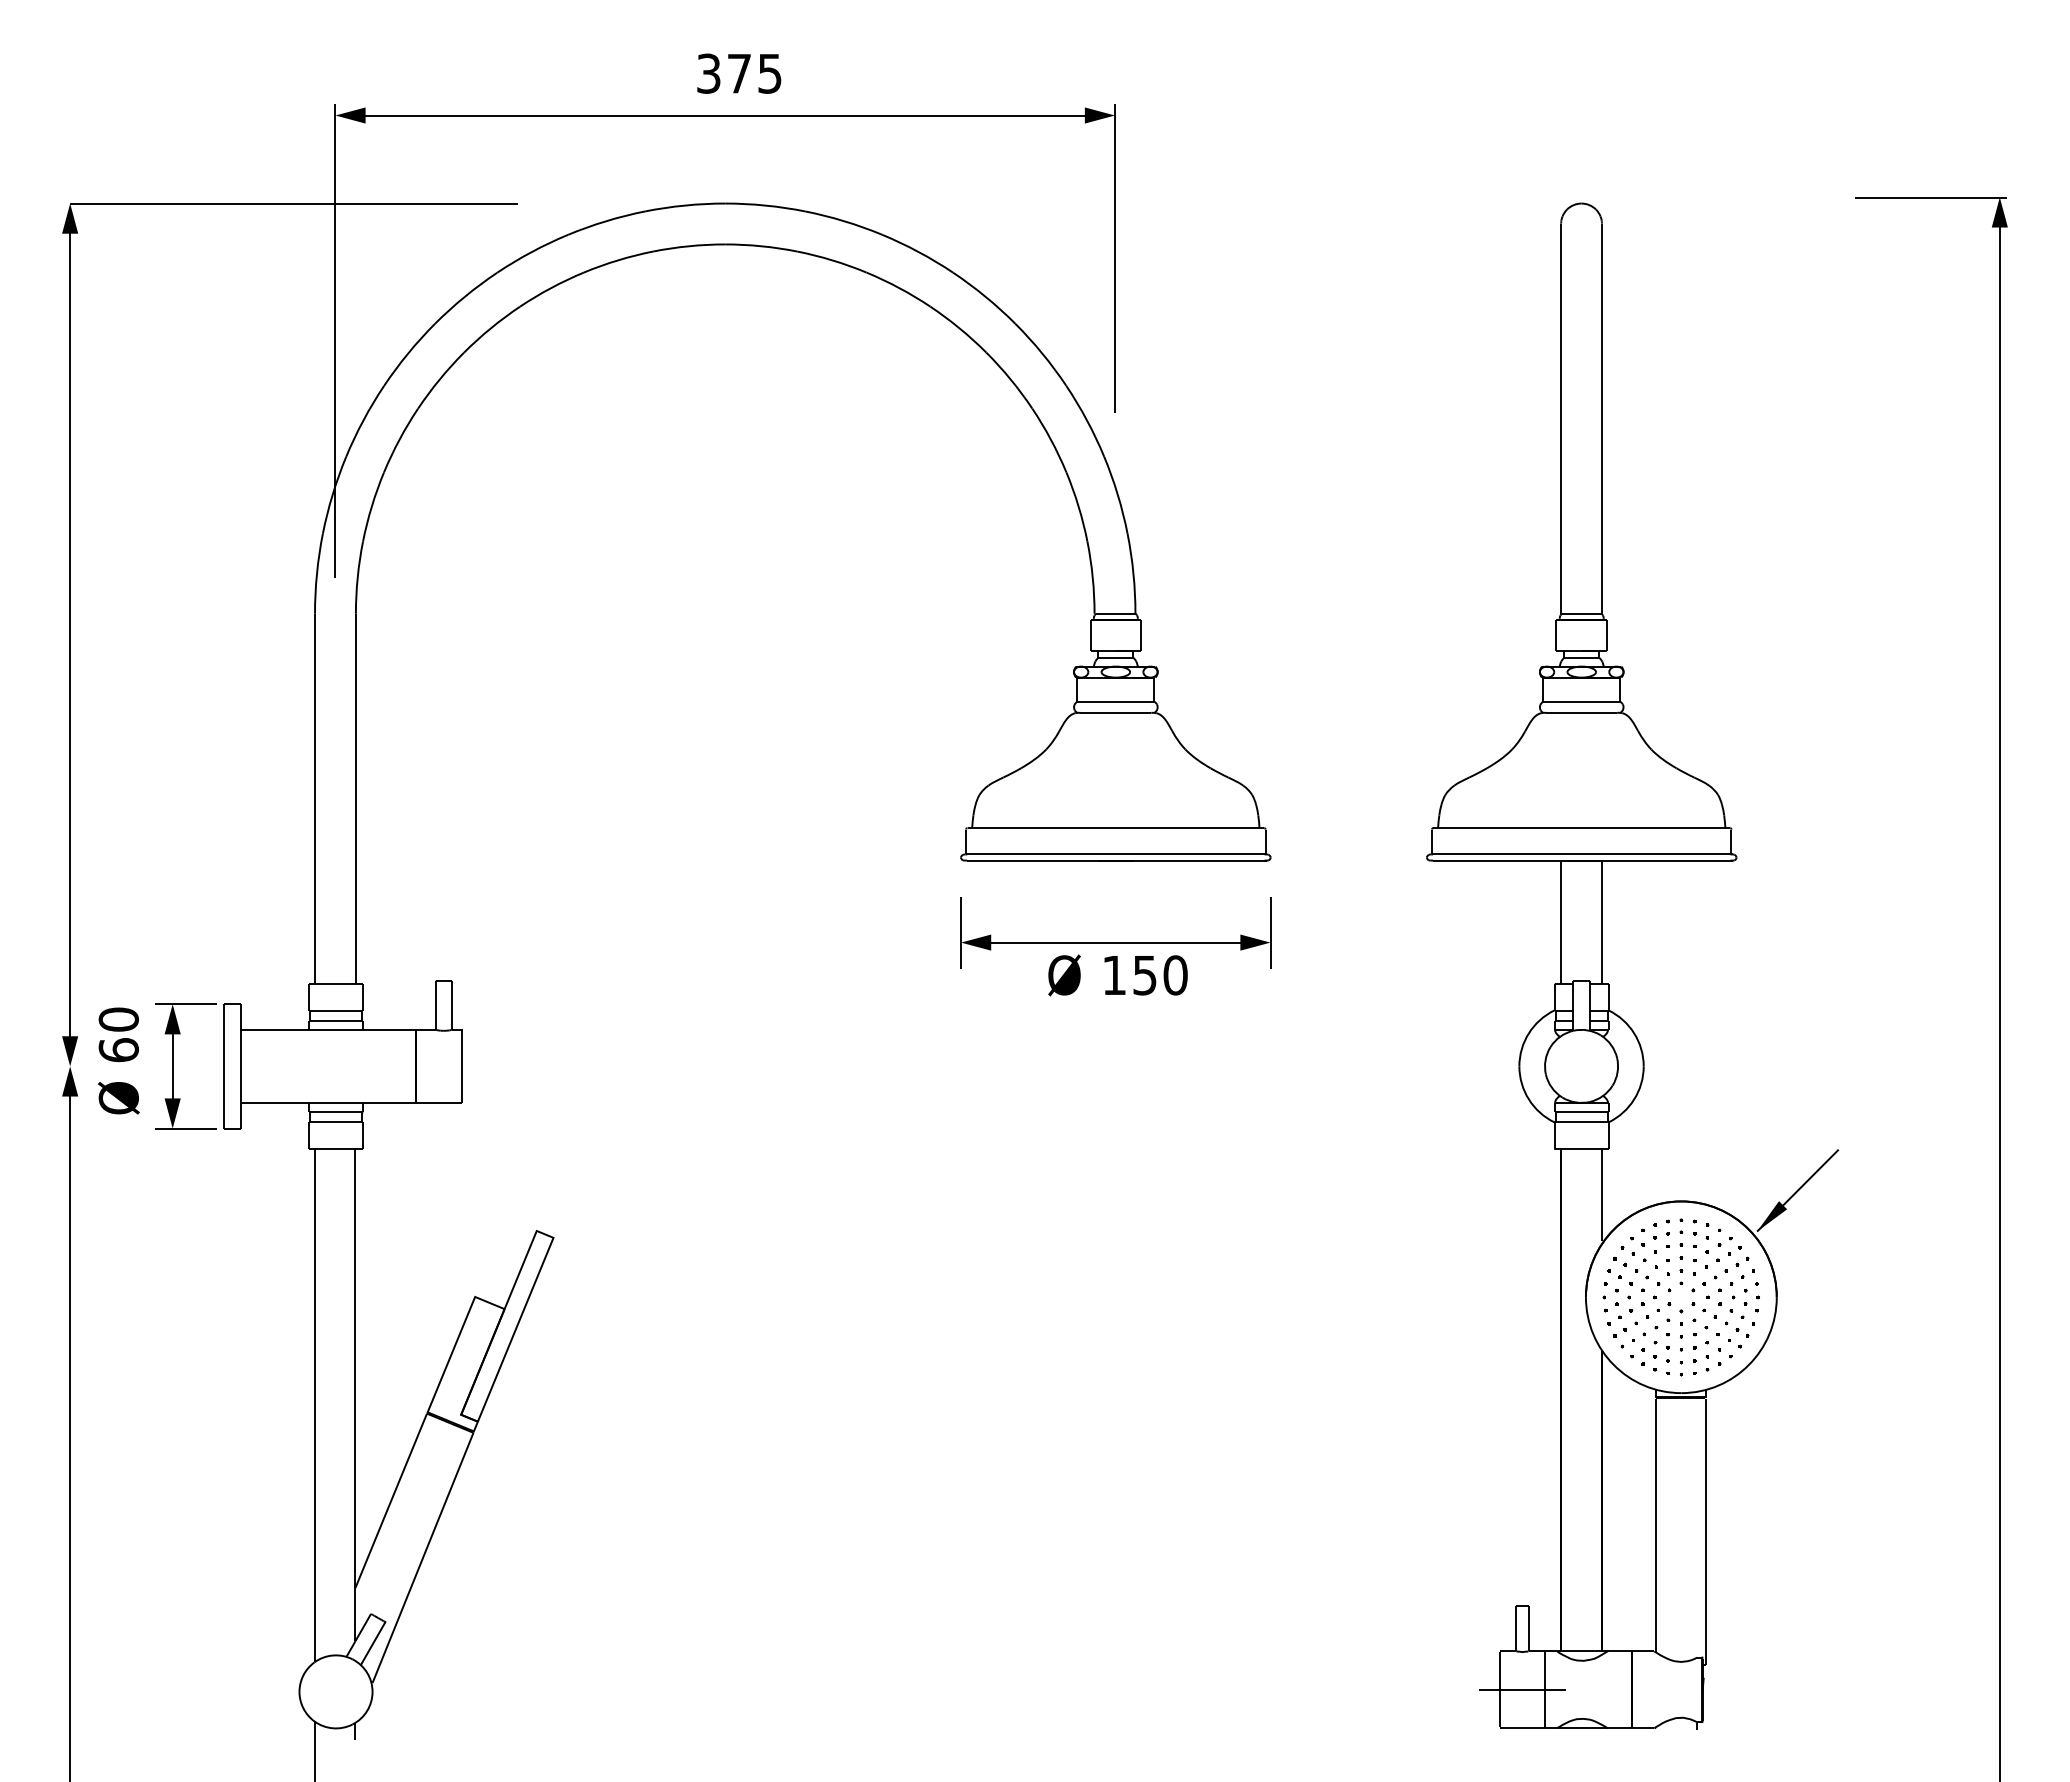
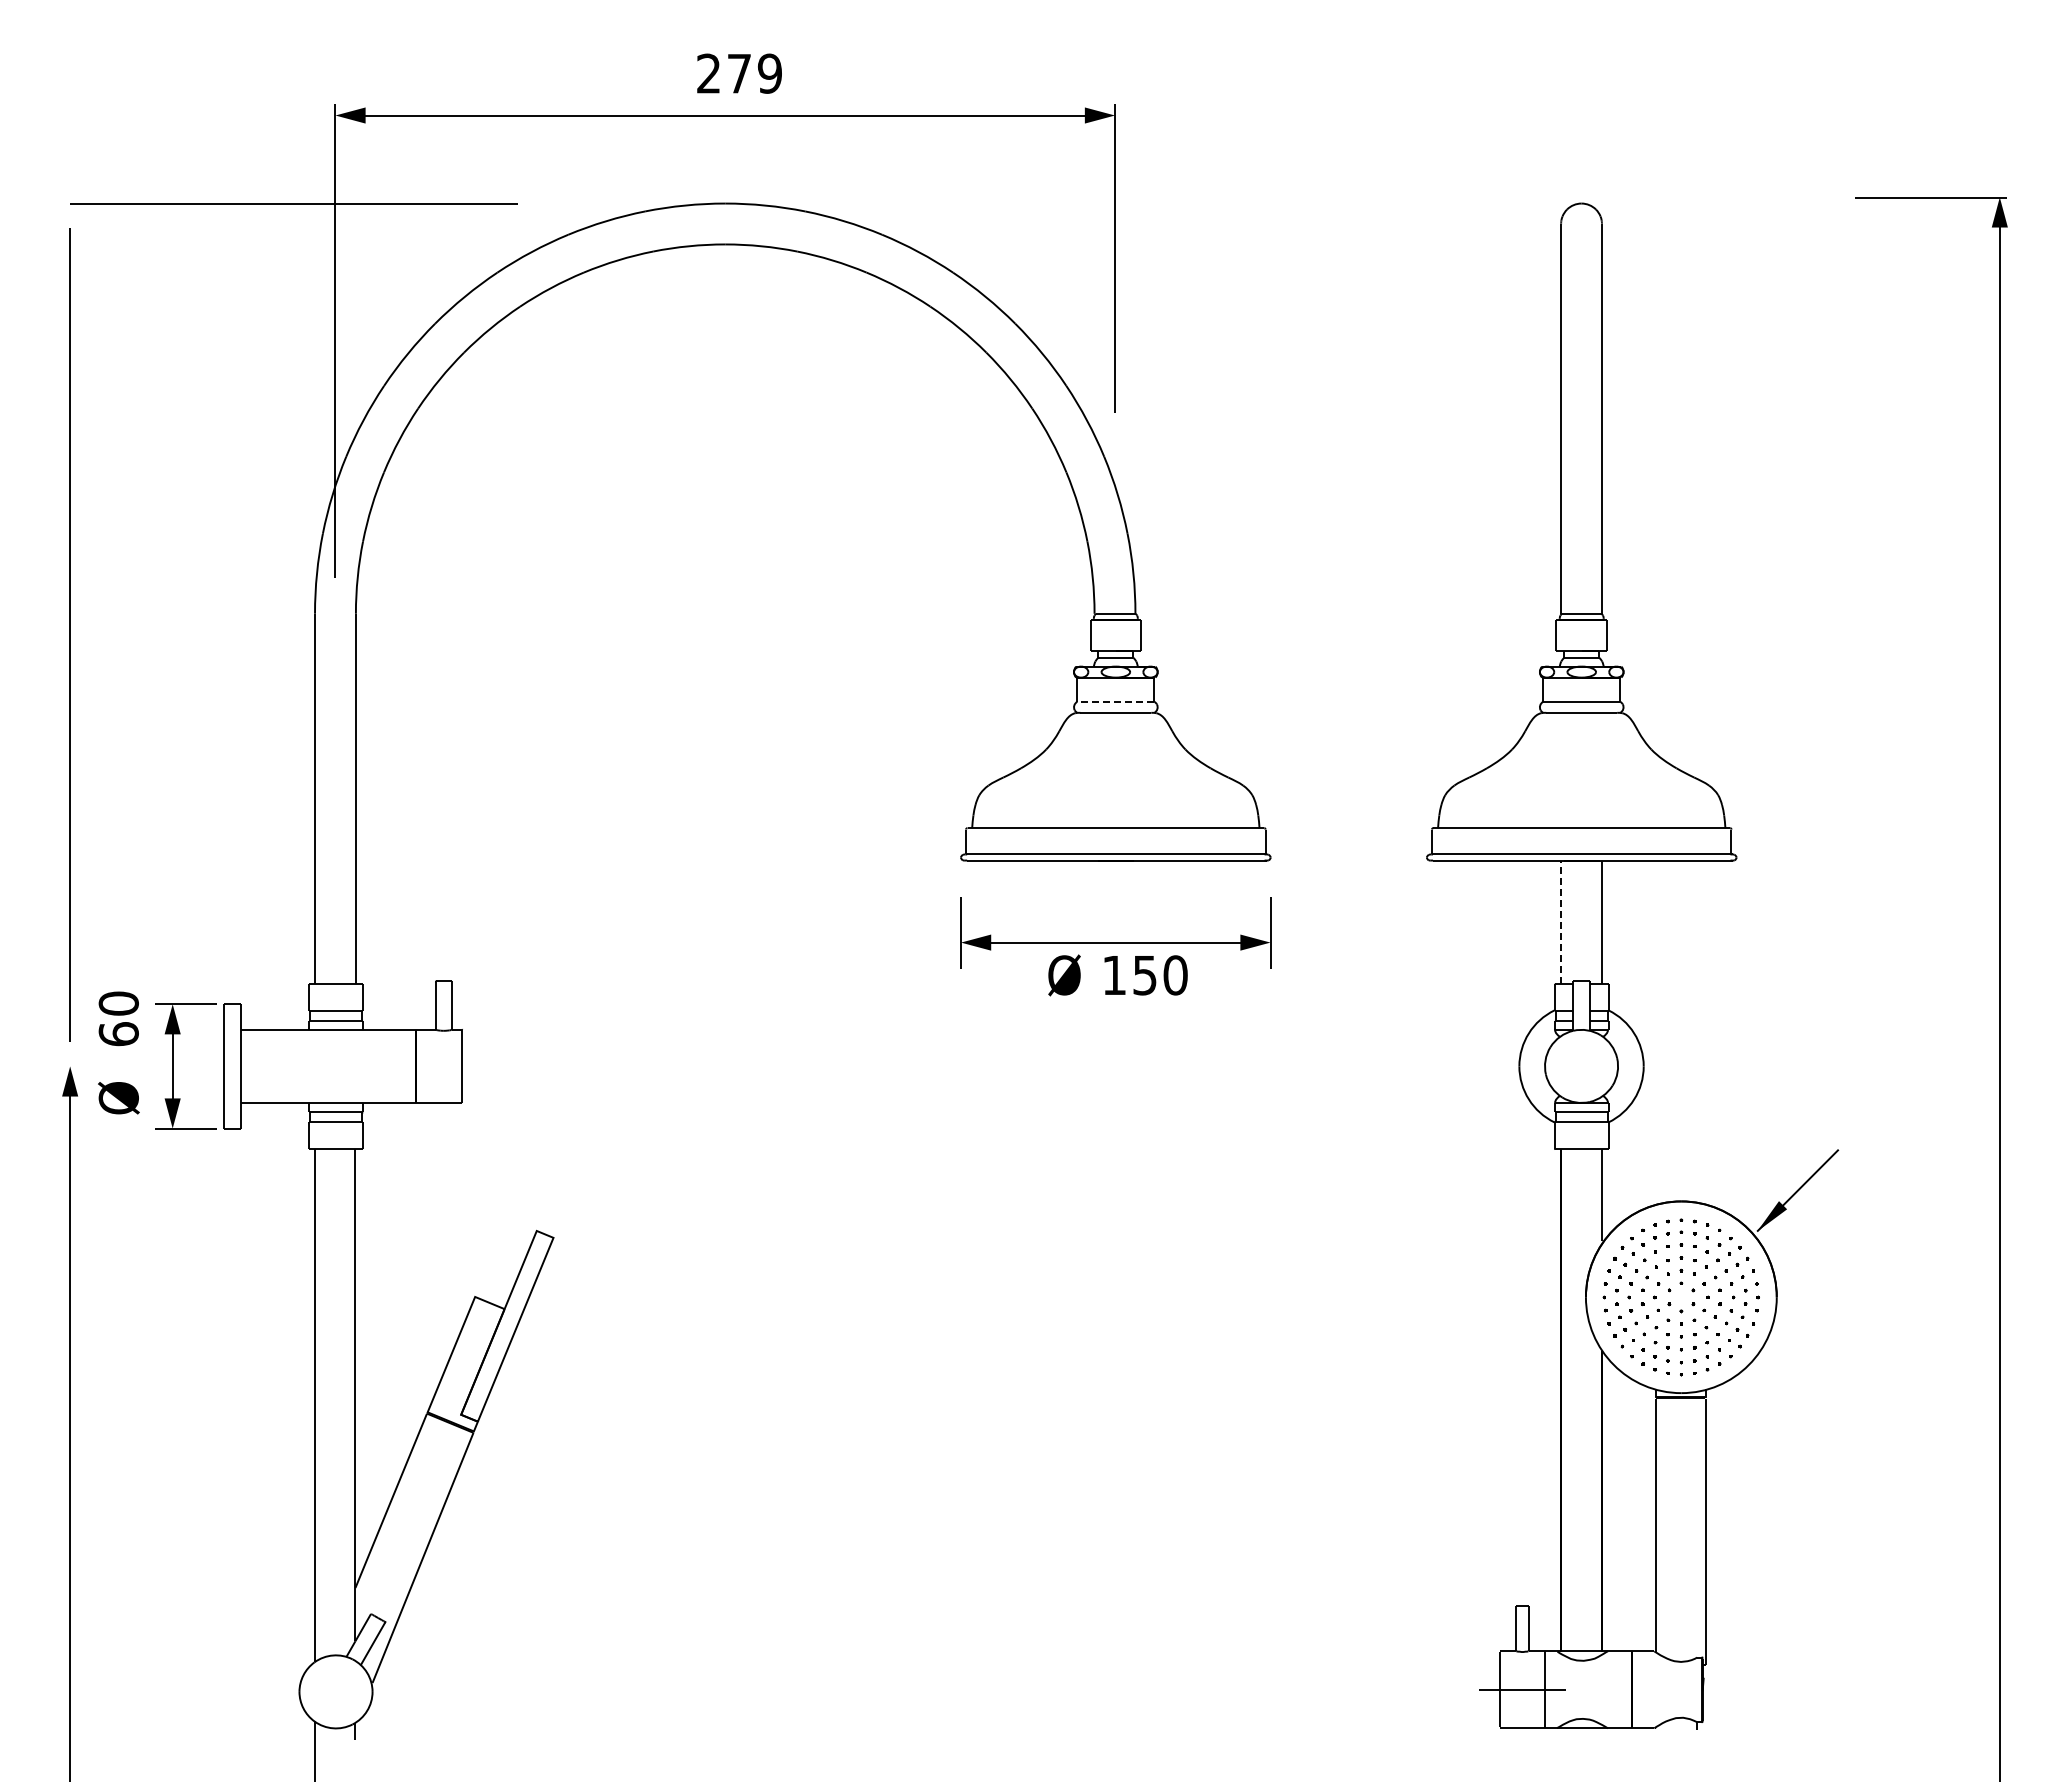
text at (739, 73): 375 -> 279
fill at (70, 218): present -> none
line at (1115, 701): solid -> dashed
line at (1561, 922): solid -> dashed
text at (118, 1034) position: (118, 1034) -> (118, 1018)
fill at (70, 1051): present -> none
